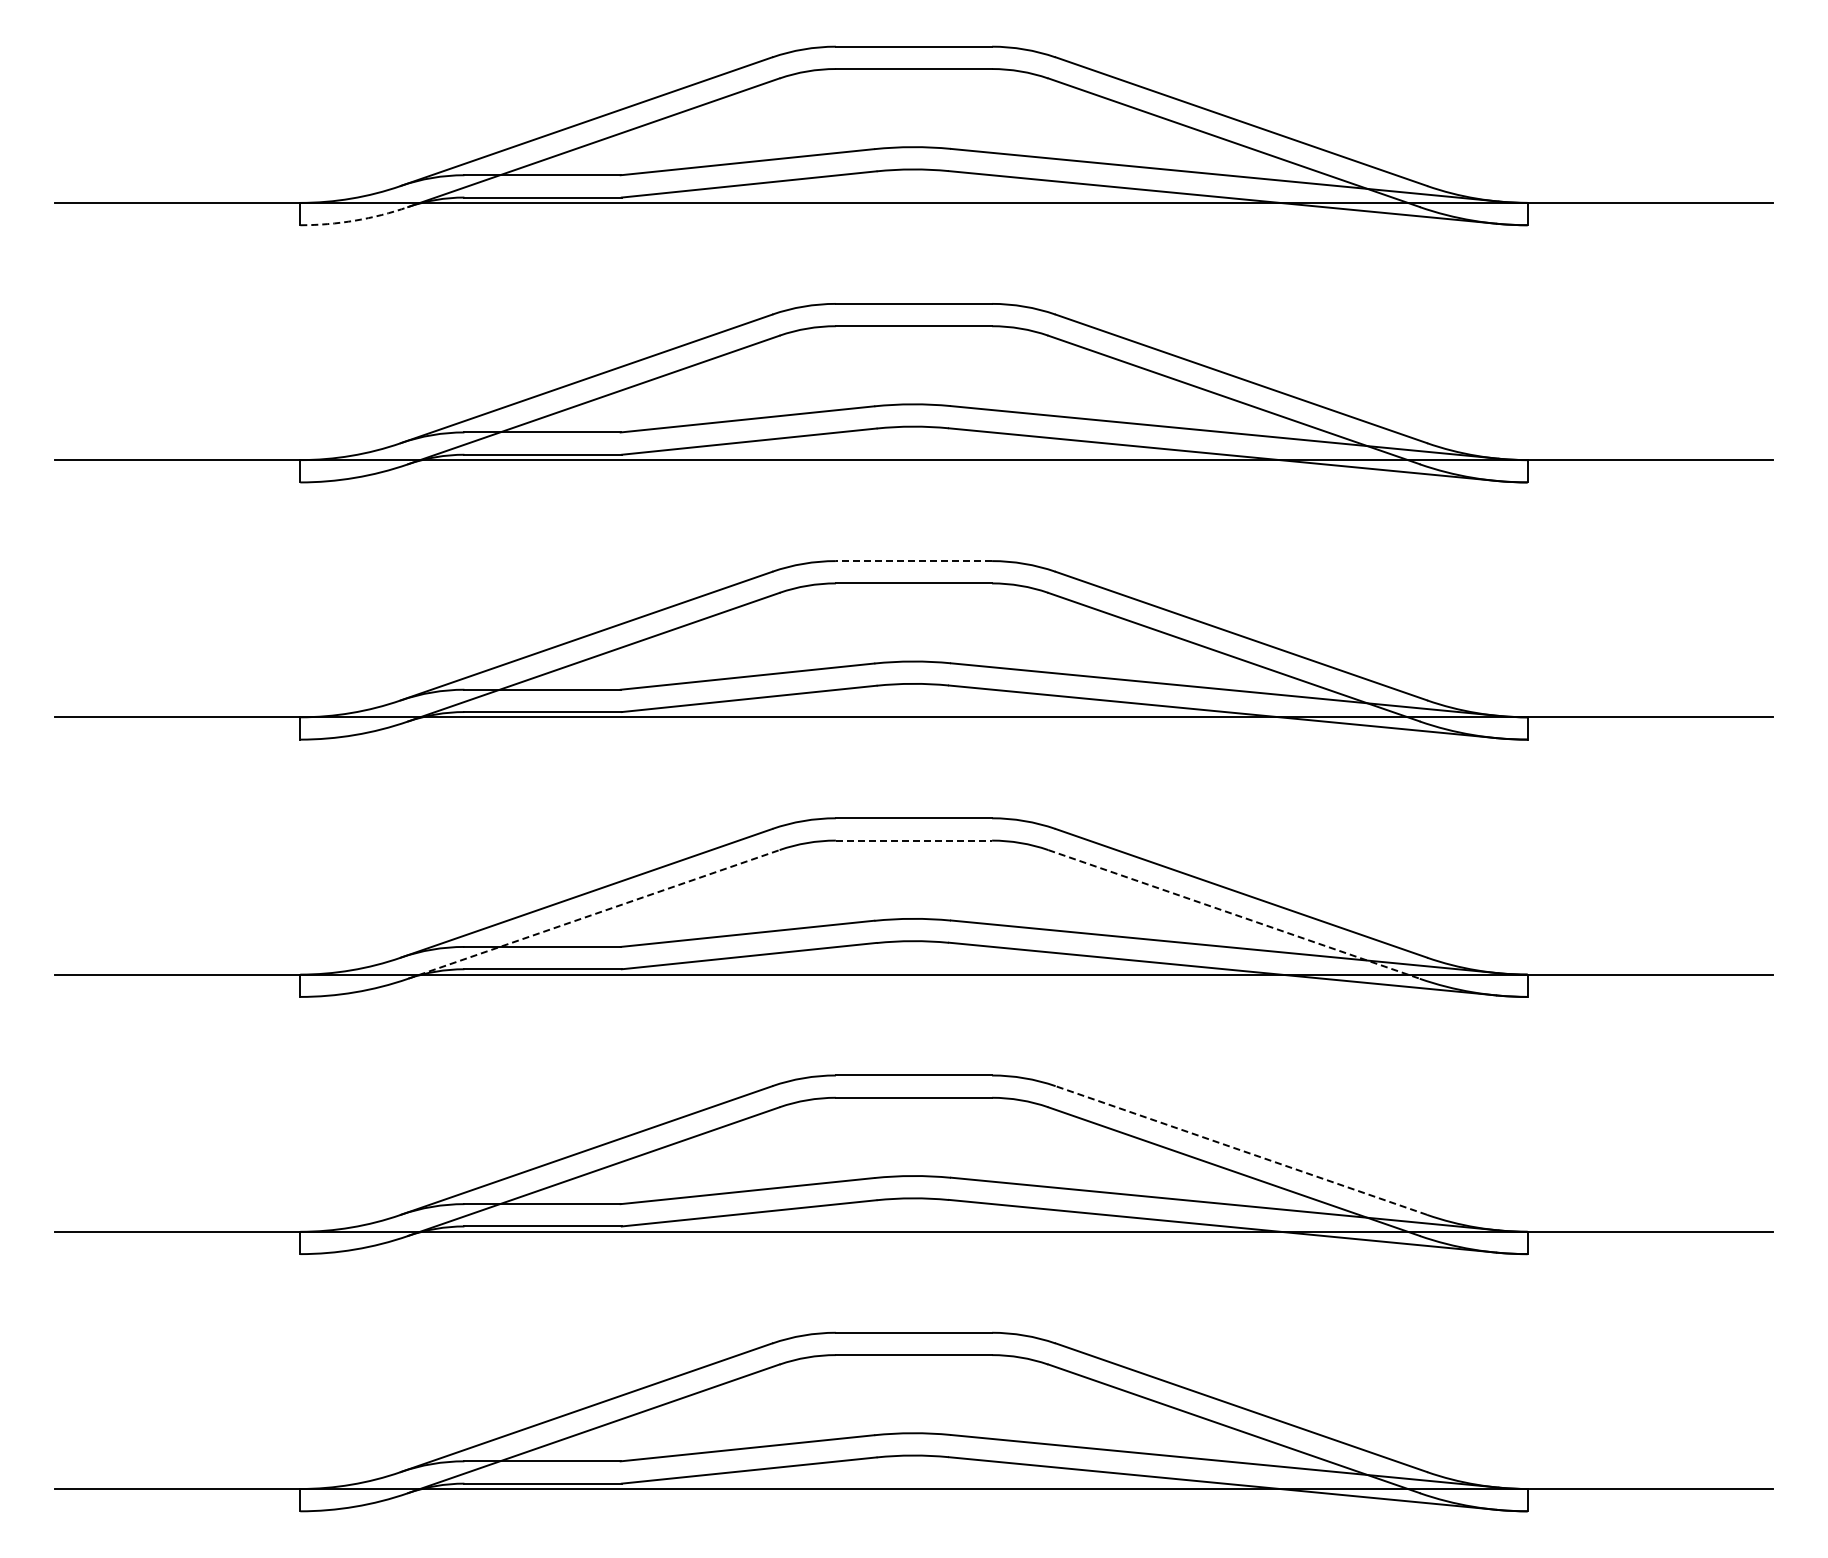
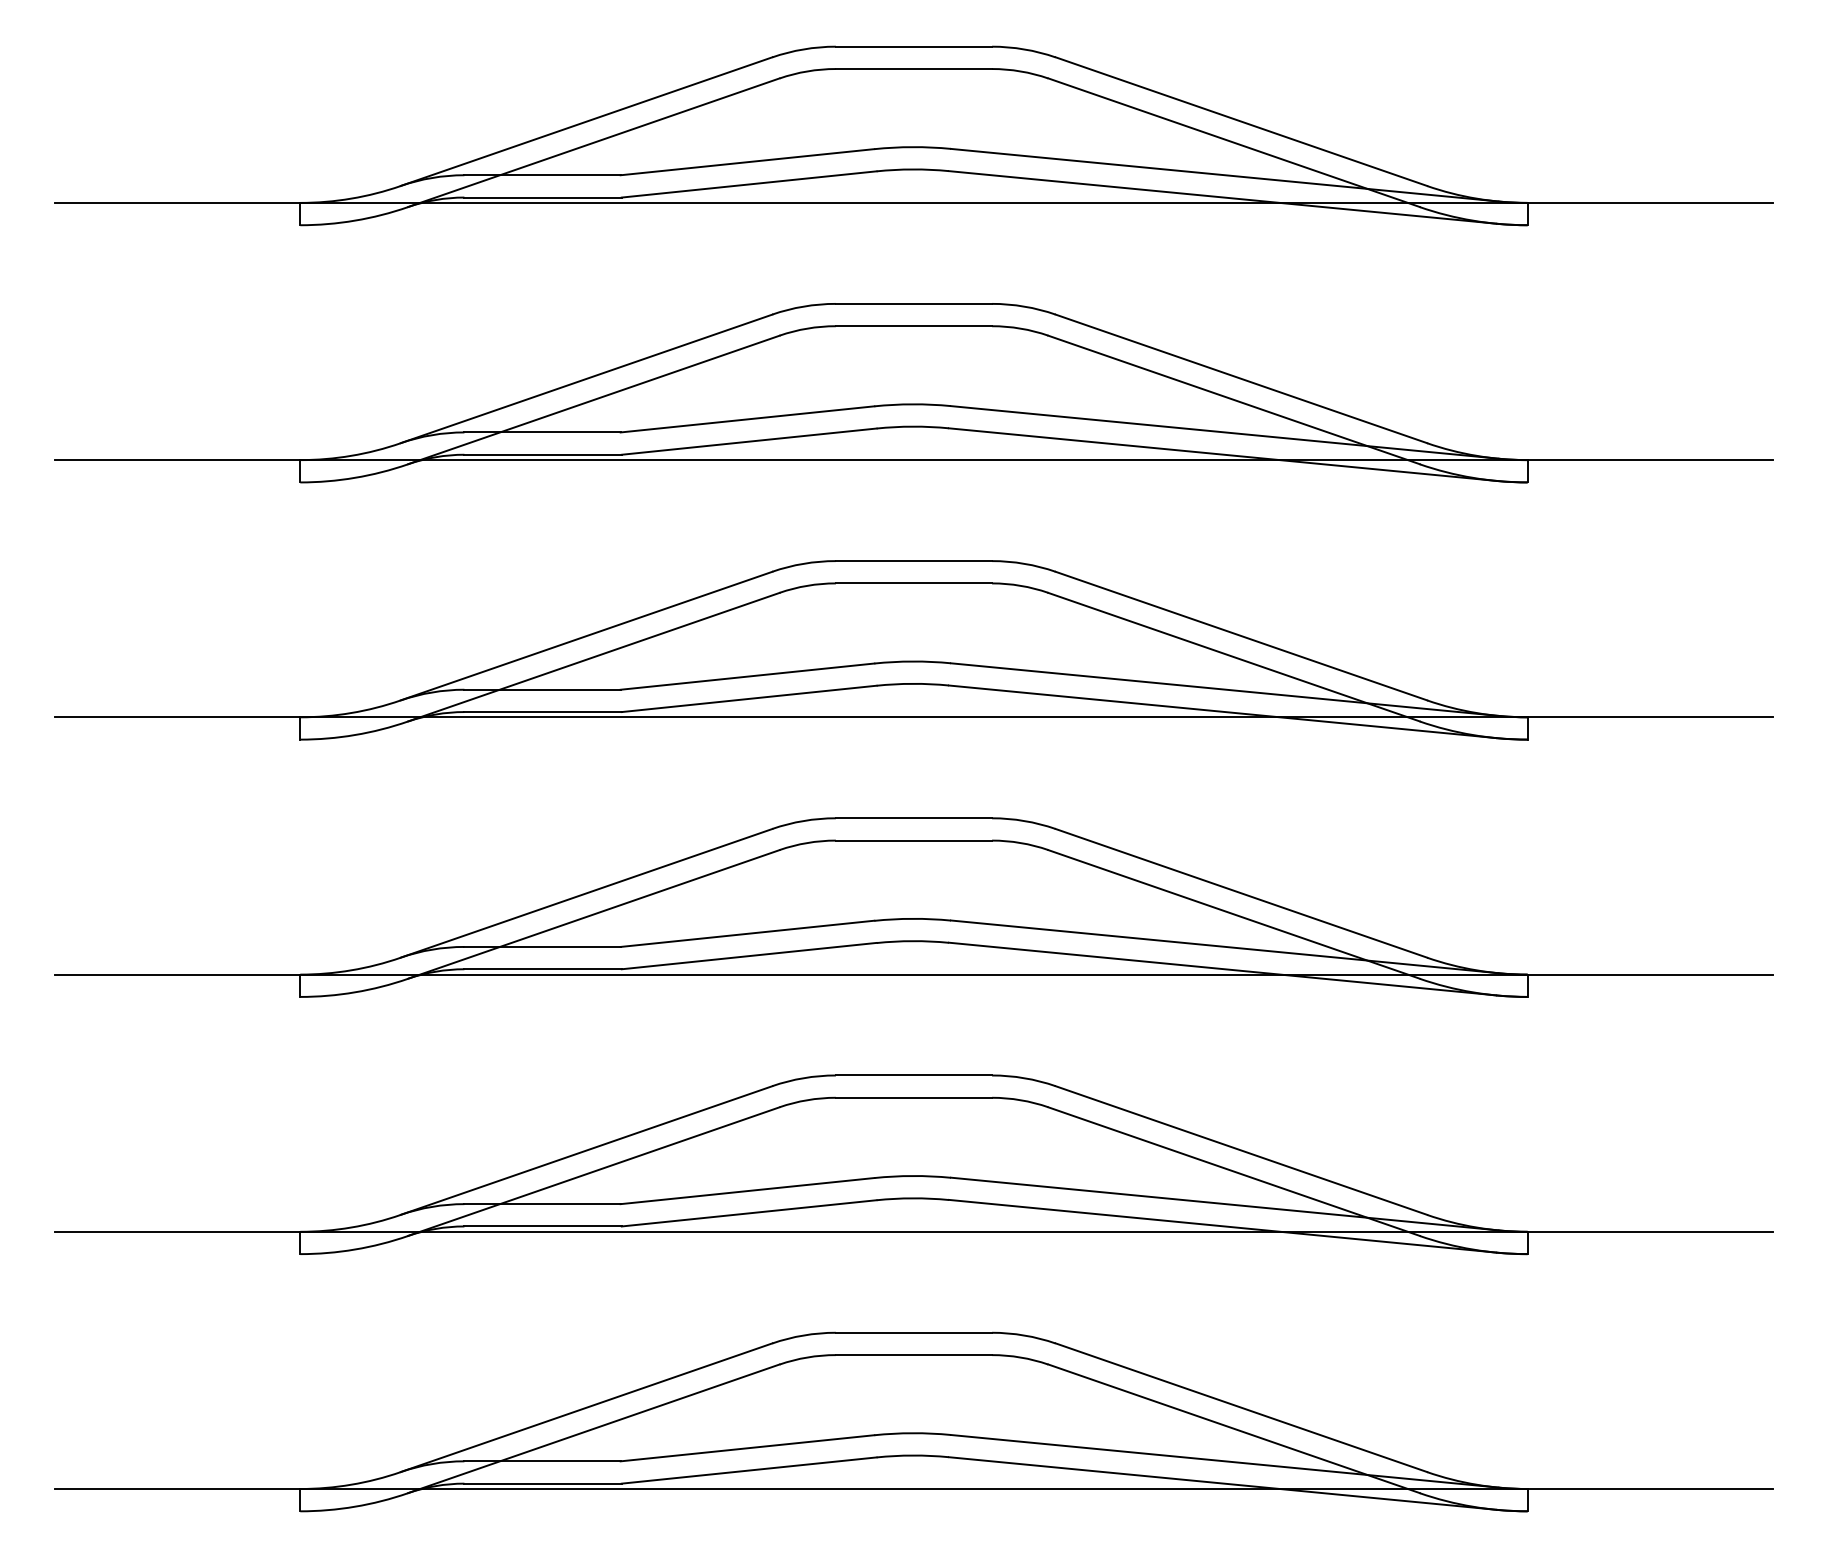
arc at (354, 220): dashed -> solid
line at (913, 561): dashed -> solid
line at (914, 840): dashed -> solid
line at (593, 914): dashed -> solid
line at (1234, 914): dashed -> solid
line at (1241, 1150): dashed -> solid
